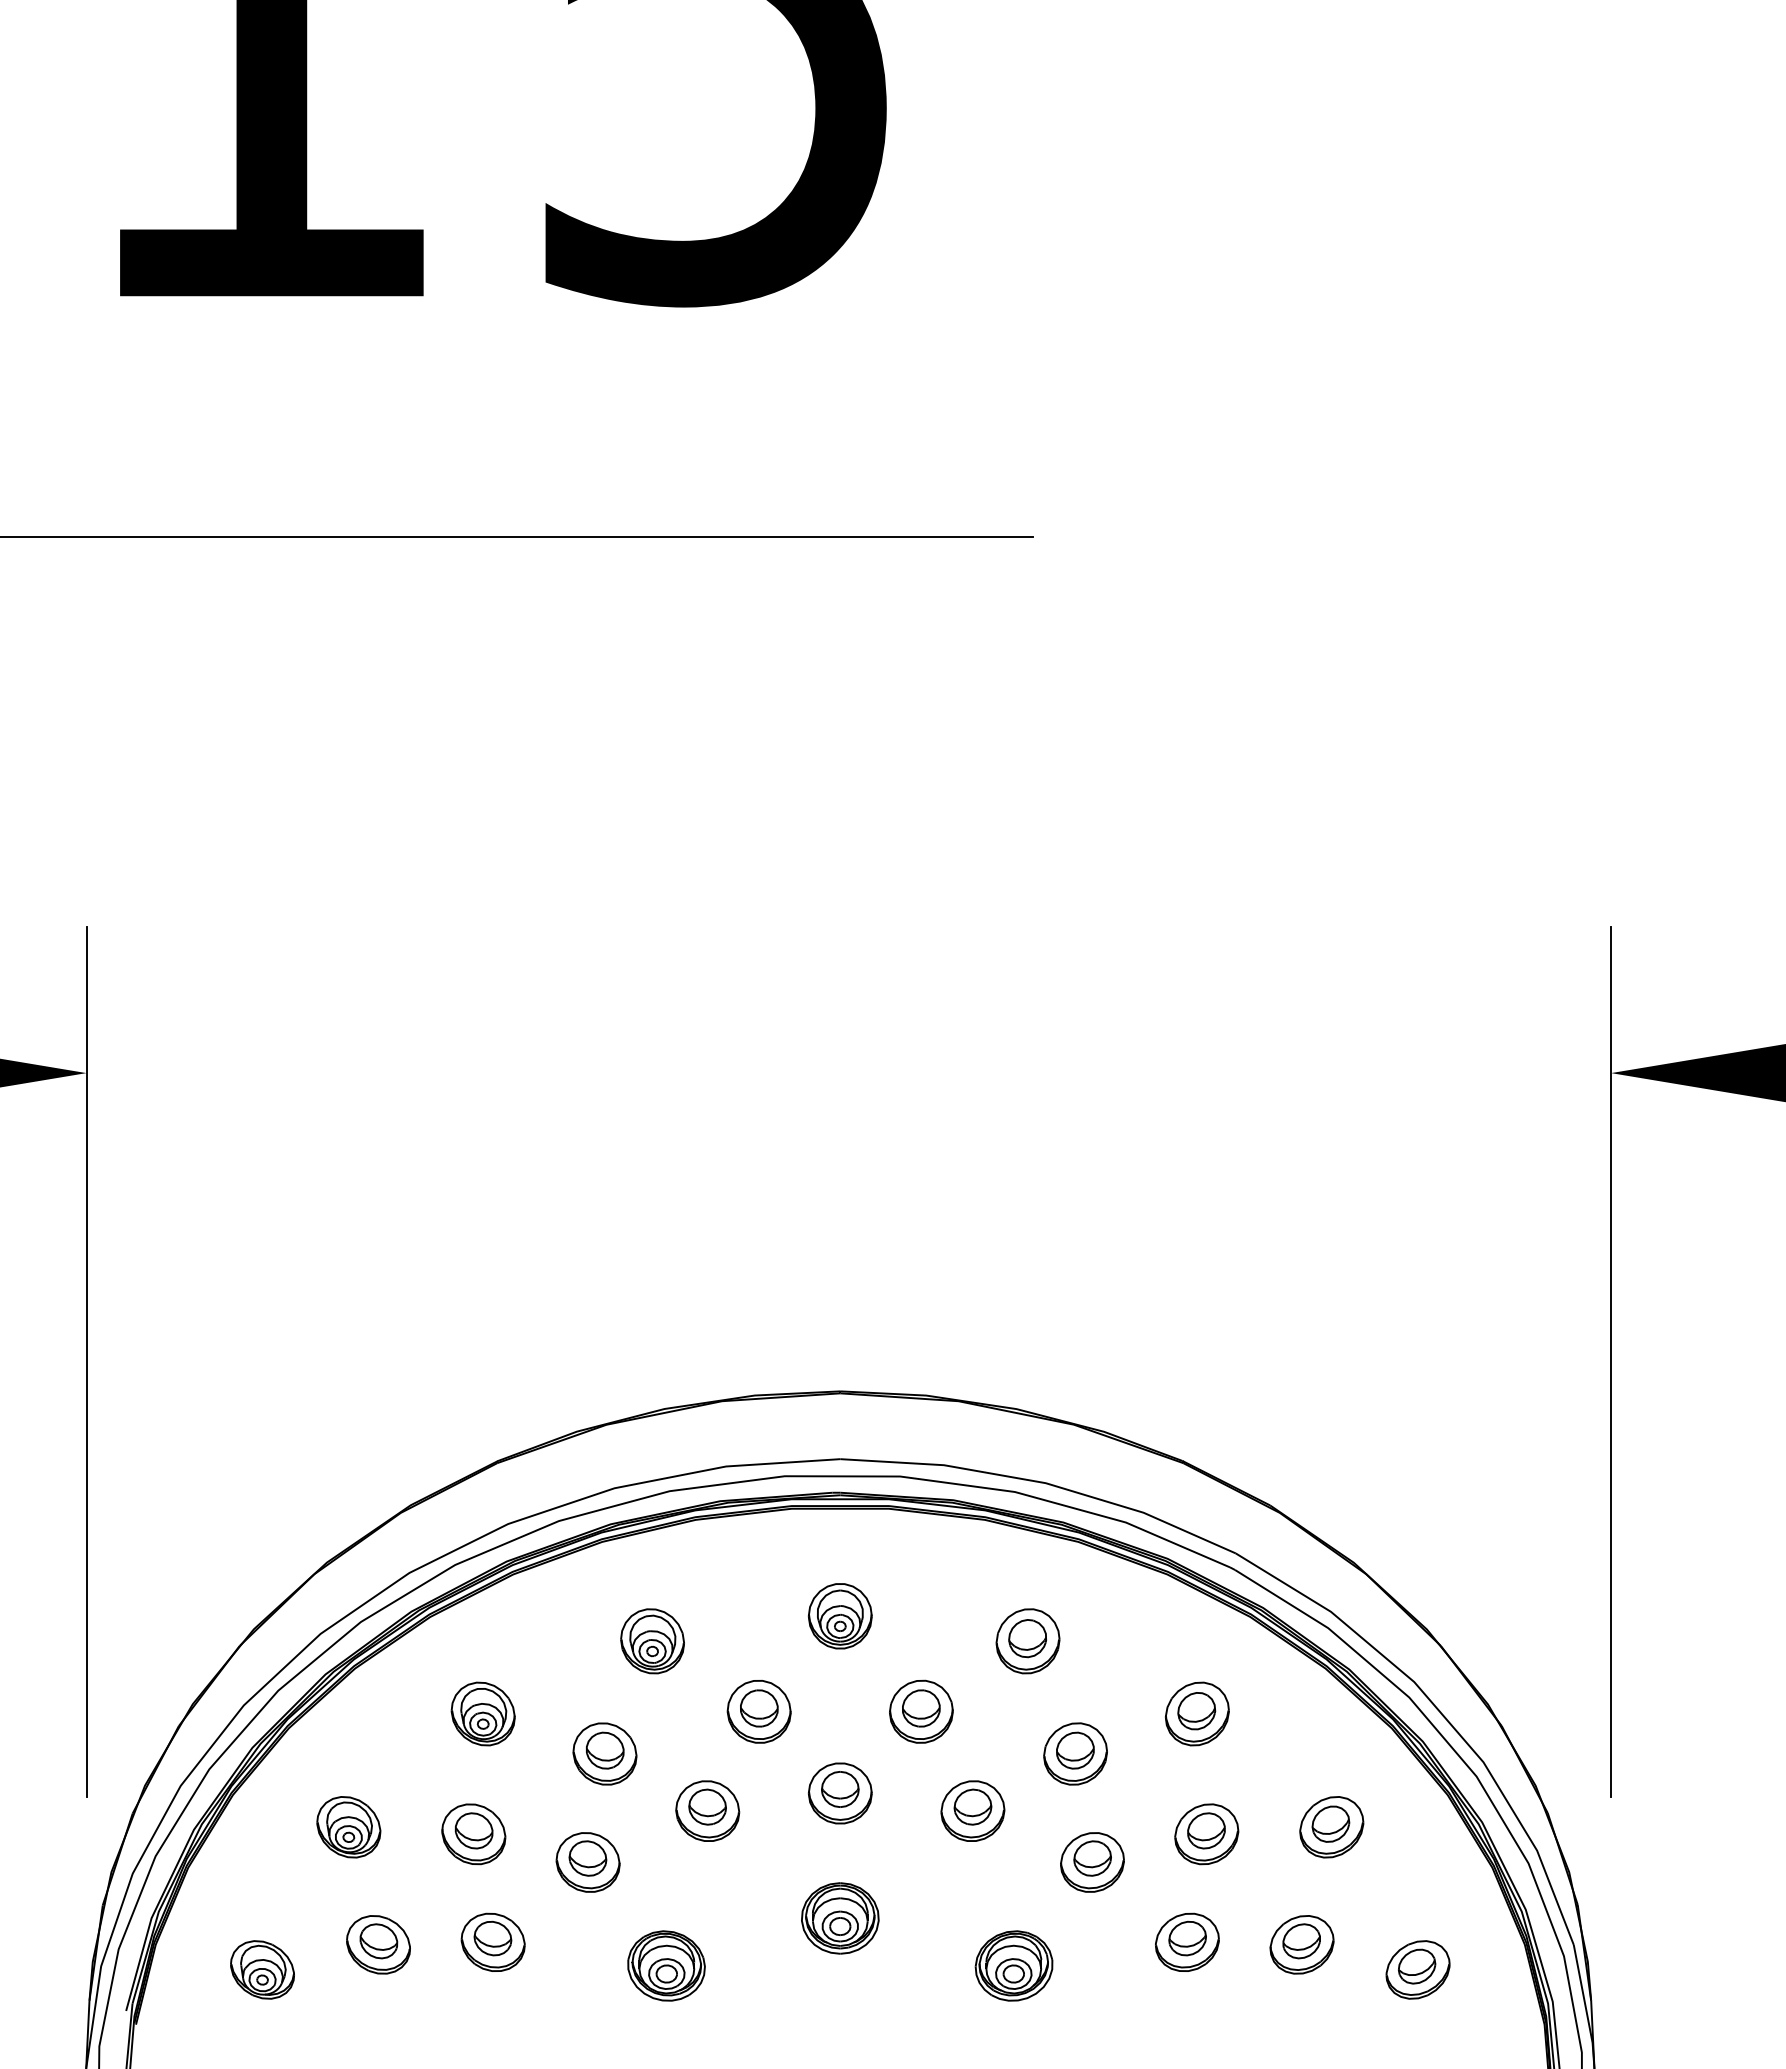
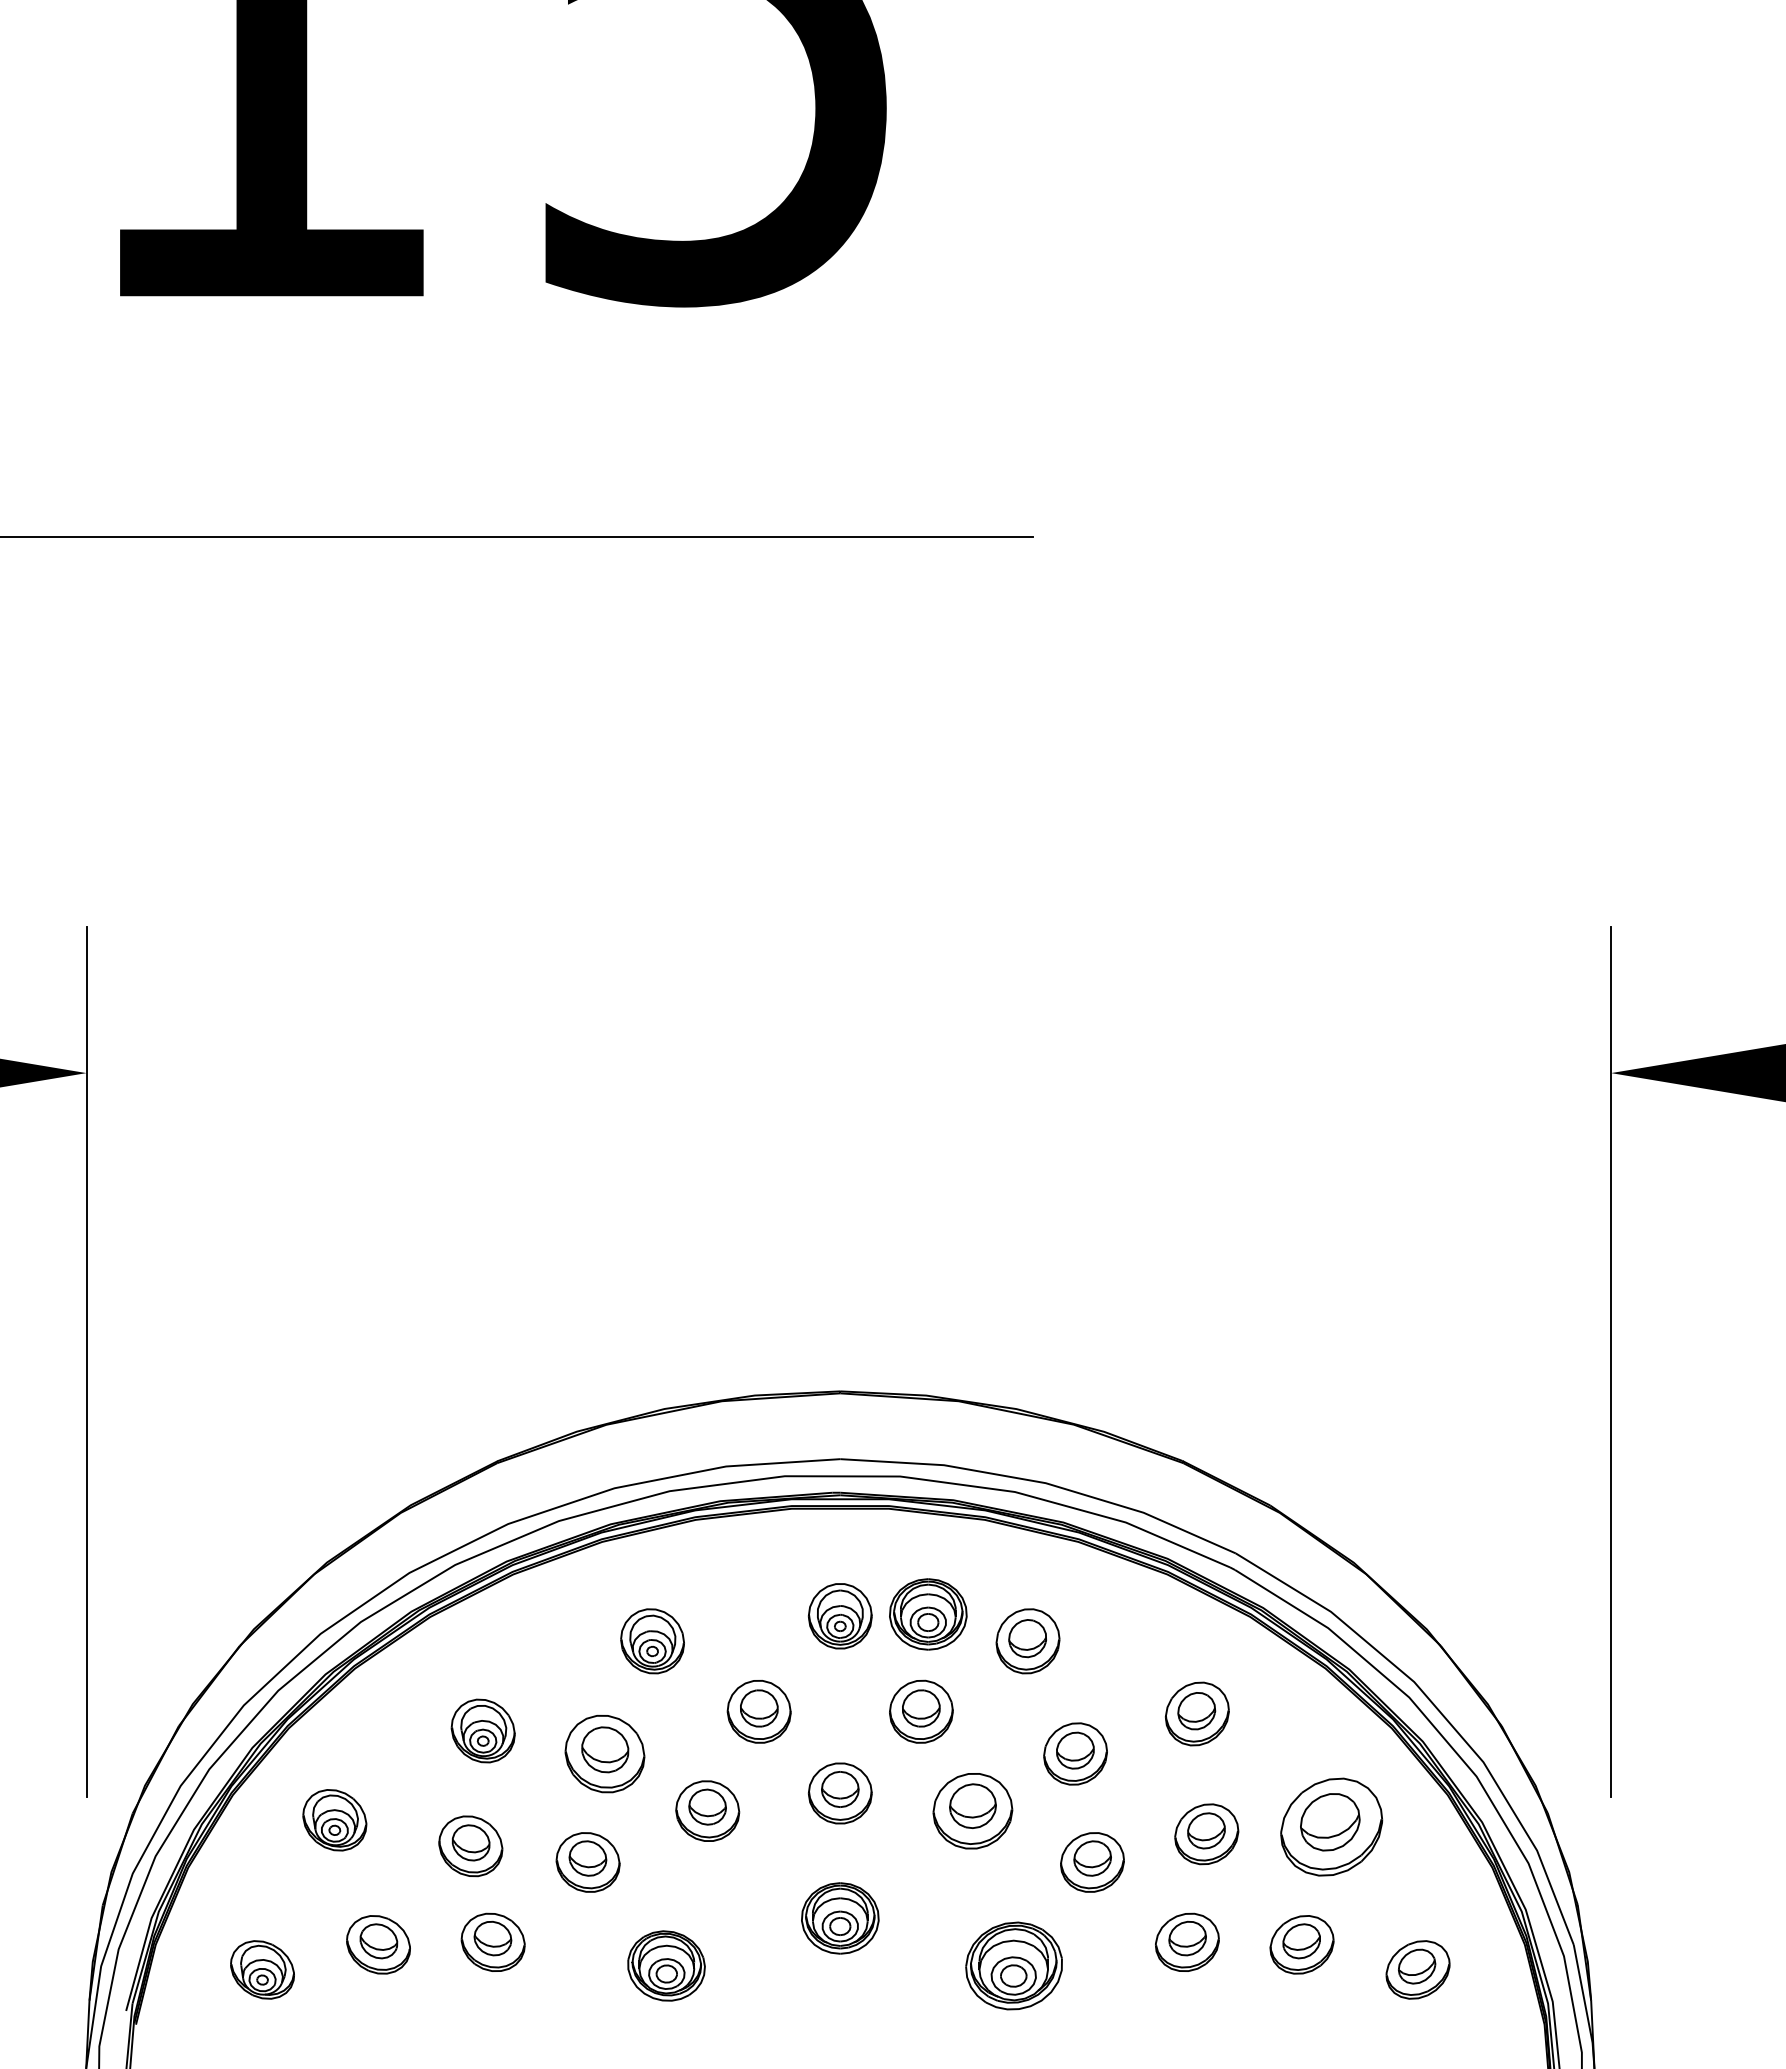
part at (928, 1614): none -> present
part at (482, 1713) position: (482, 1713) -> (482, 1730)
part at (604, 1753) size: 66x64 px -> 82x80 px
part at (972, 1810) size: 66x62 px -> 82x77 px
part at (348, 1827) position: (348, 1827) -> (334, 1820)
part at (1331, 1827) size: 66x63 px -> 104x100 px
part at (473, 1834) position: (473, 1834) -> (470, 1846)
part at (1013, 1965) size: 80x72 px -> 98x90 px
